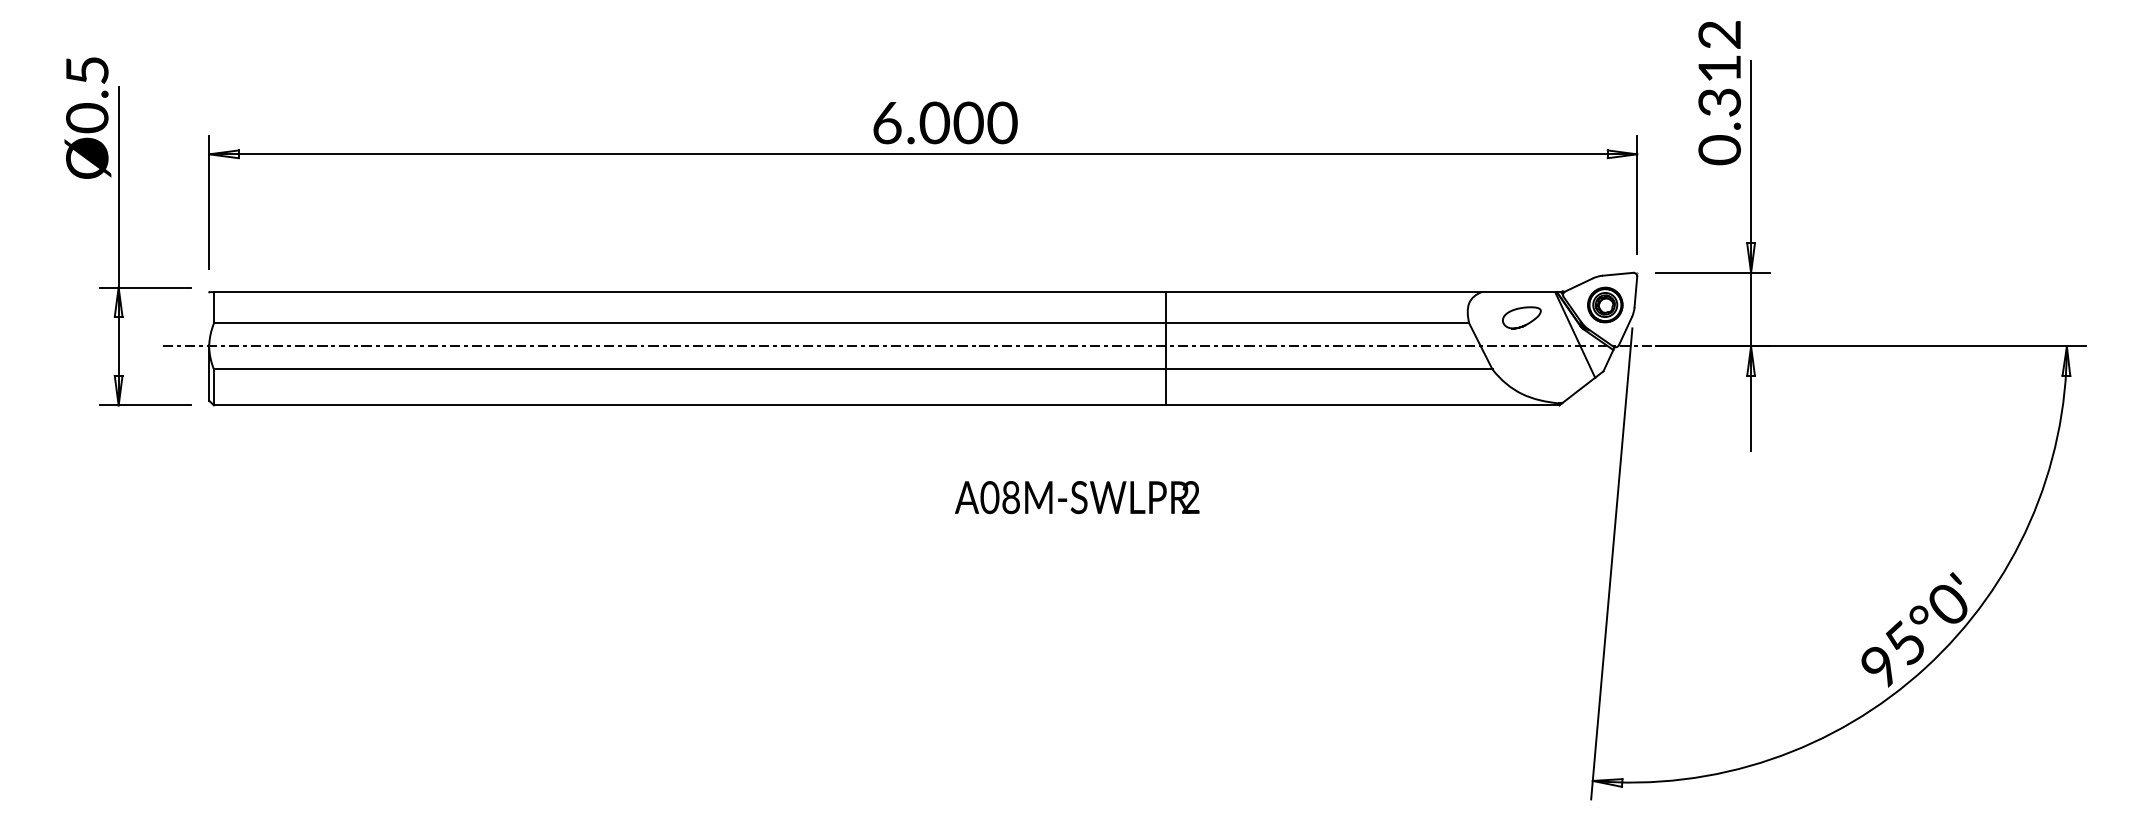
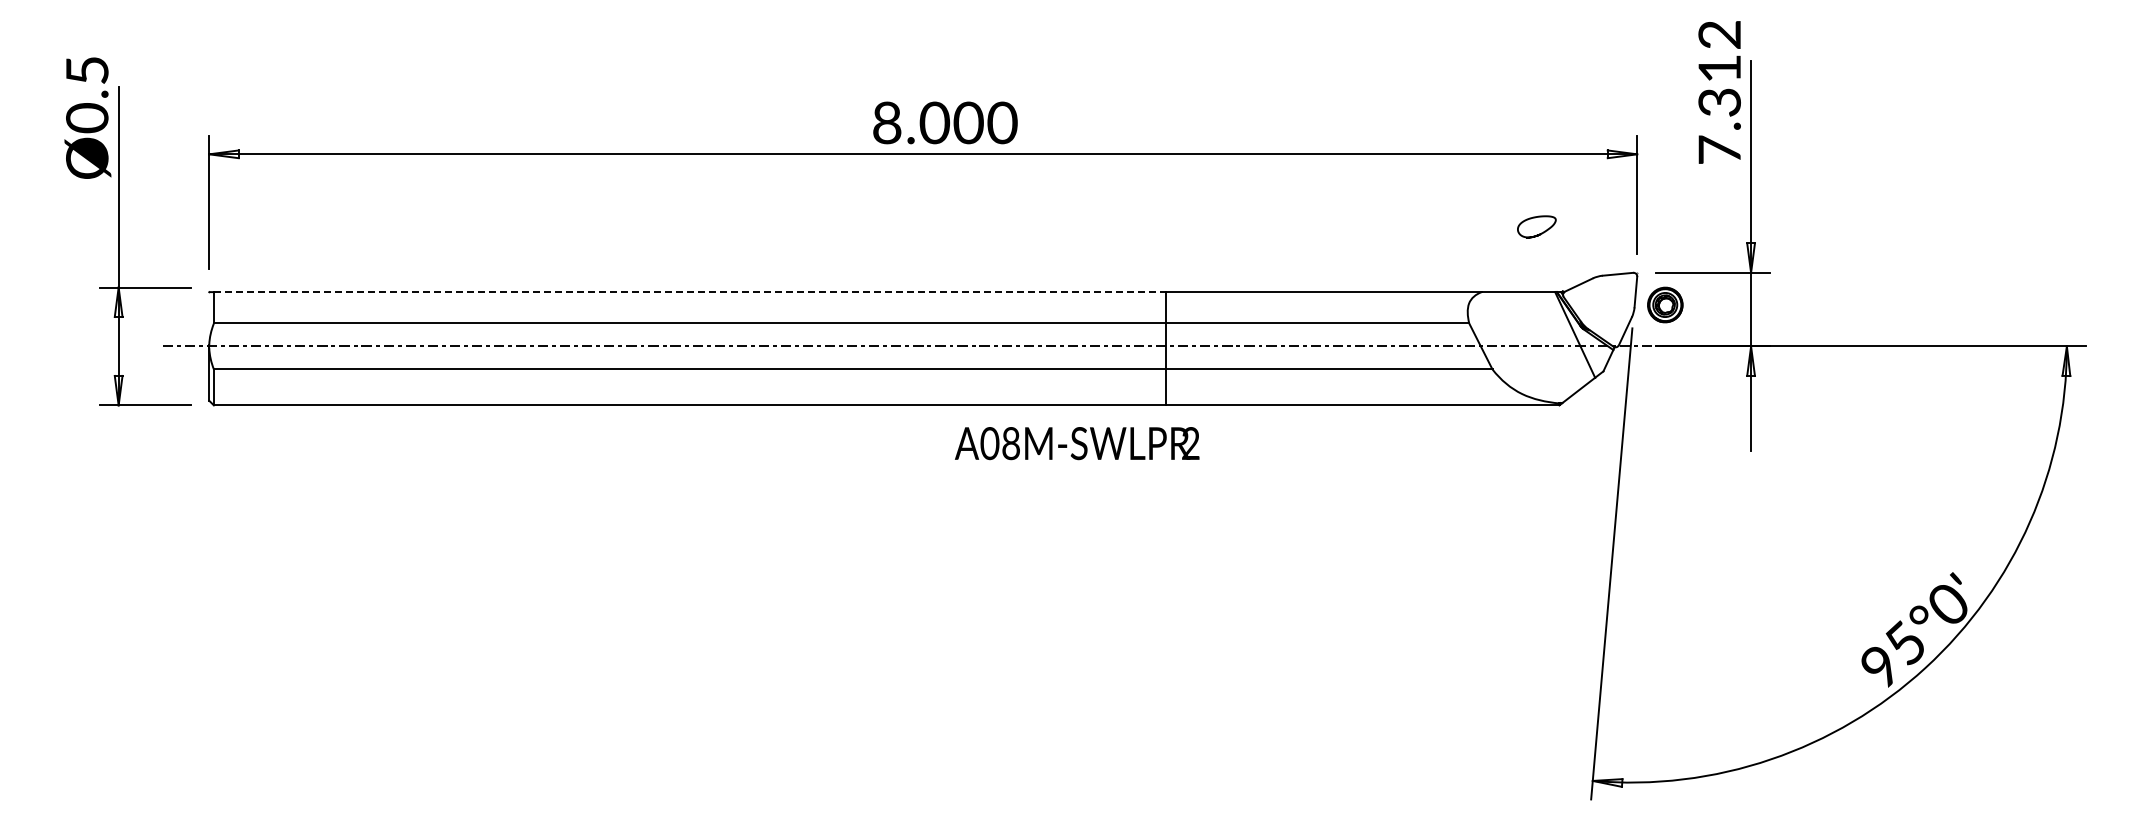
text at (887, 122): 6.000 -> 8.000
text at (1719, 150): 0.312 -> 7.312
line at (689, 292): solid -> dashed
part at (1605, 304) position: (1605, 304) -> (1665, 304)
curve at (1524, 324) position: (1524, 324) -> (1539, 233)
text at (1077, 497) position: (1077, 497) -> (1077, 443)
